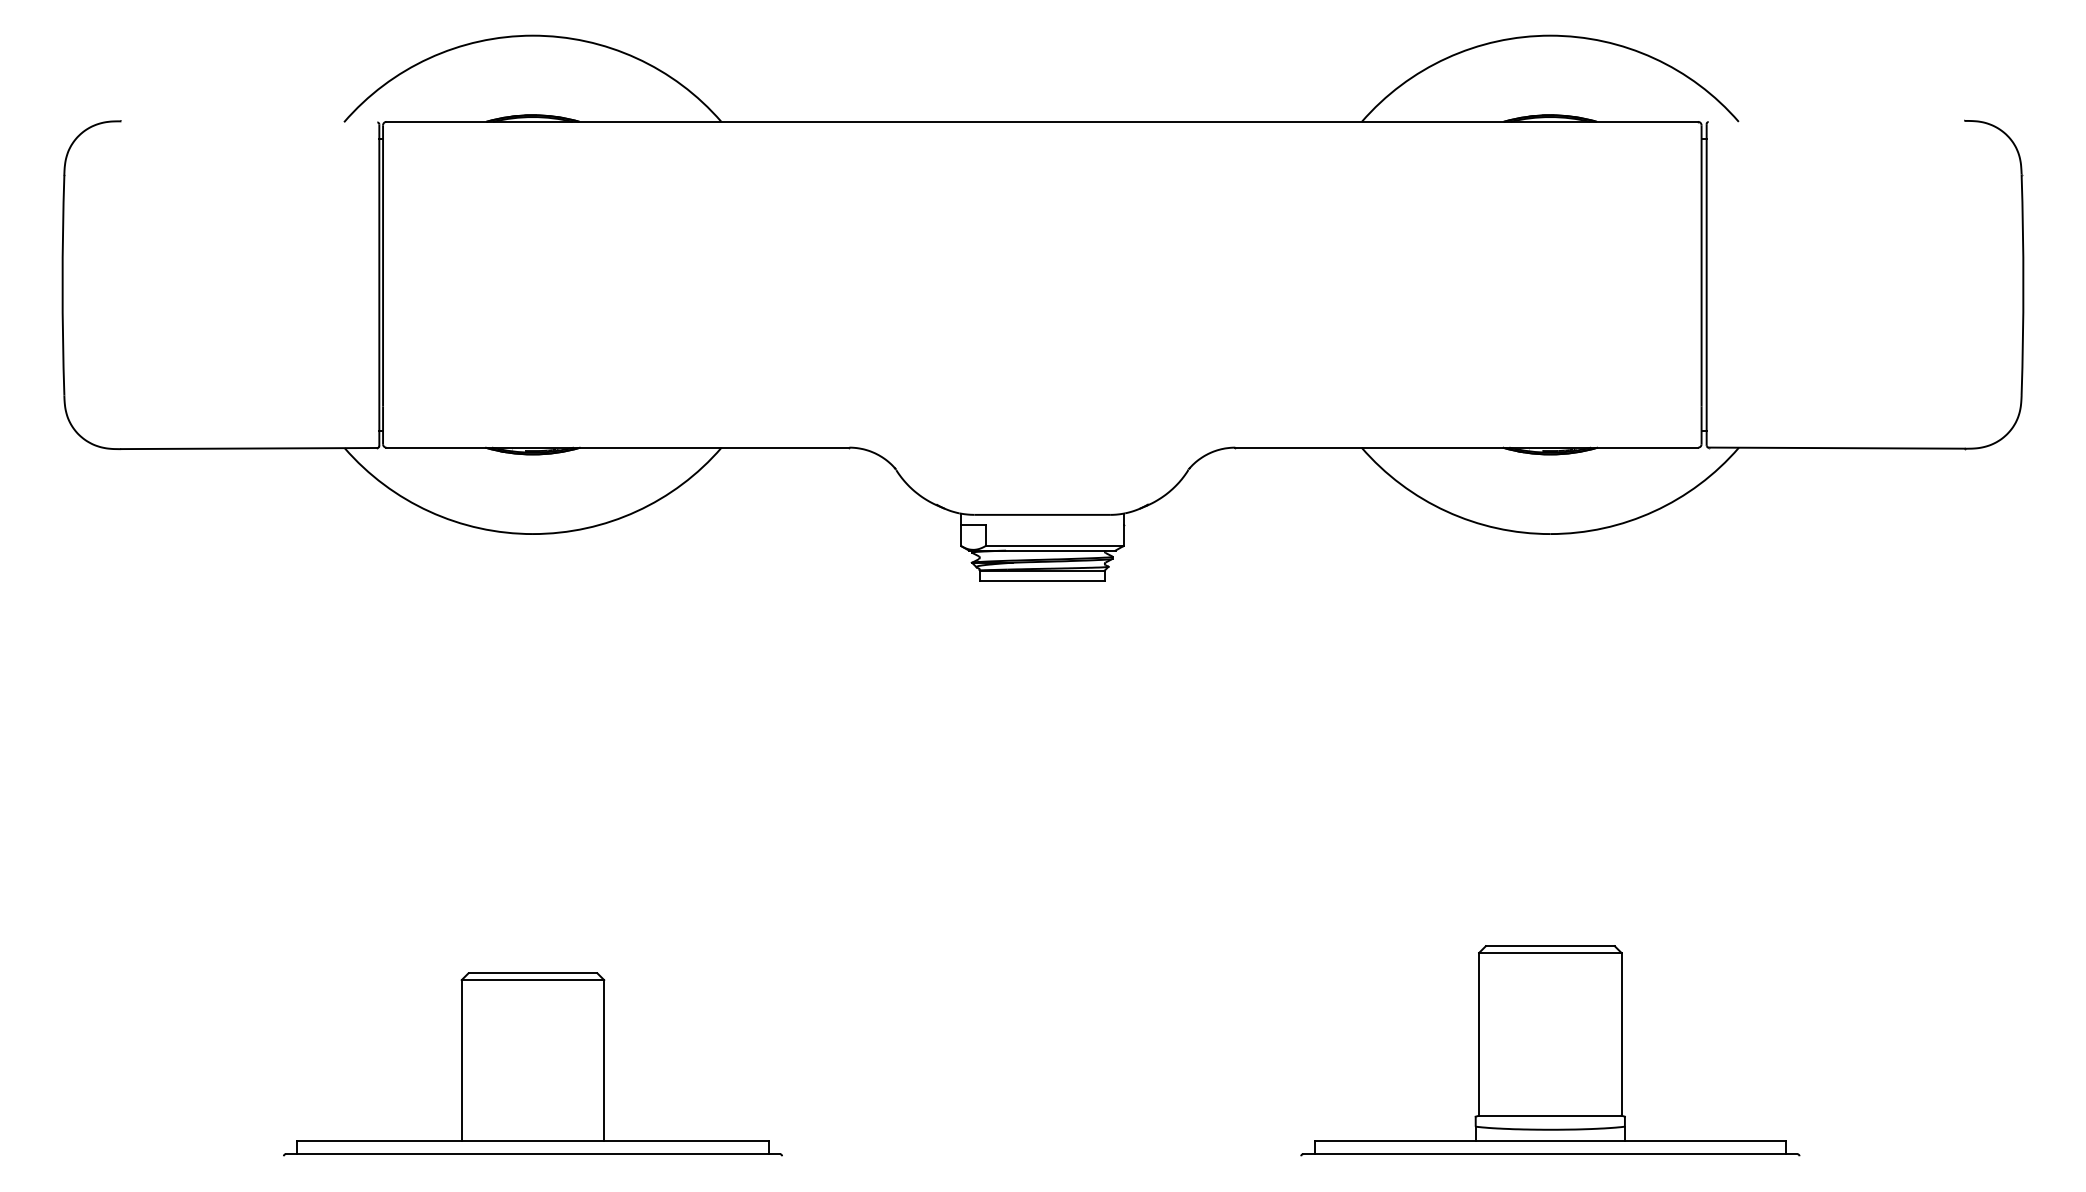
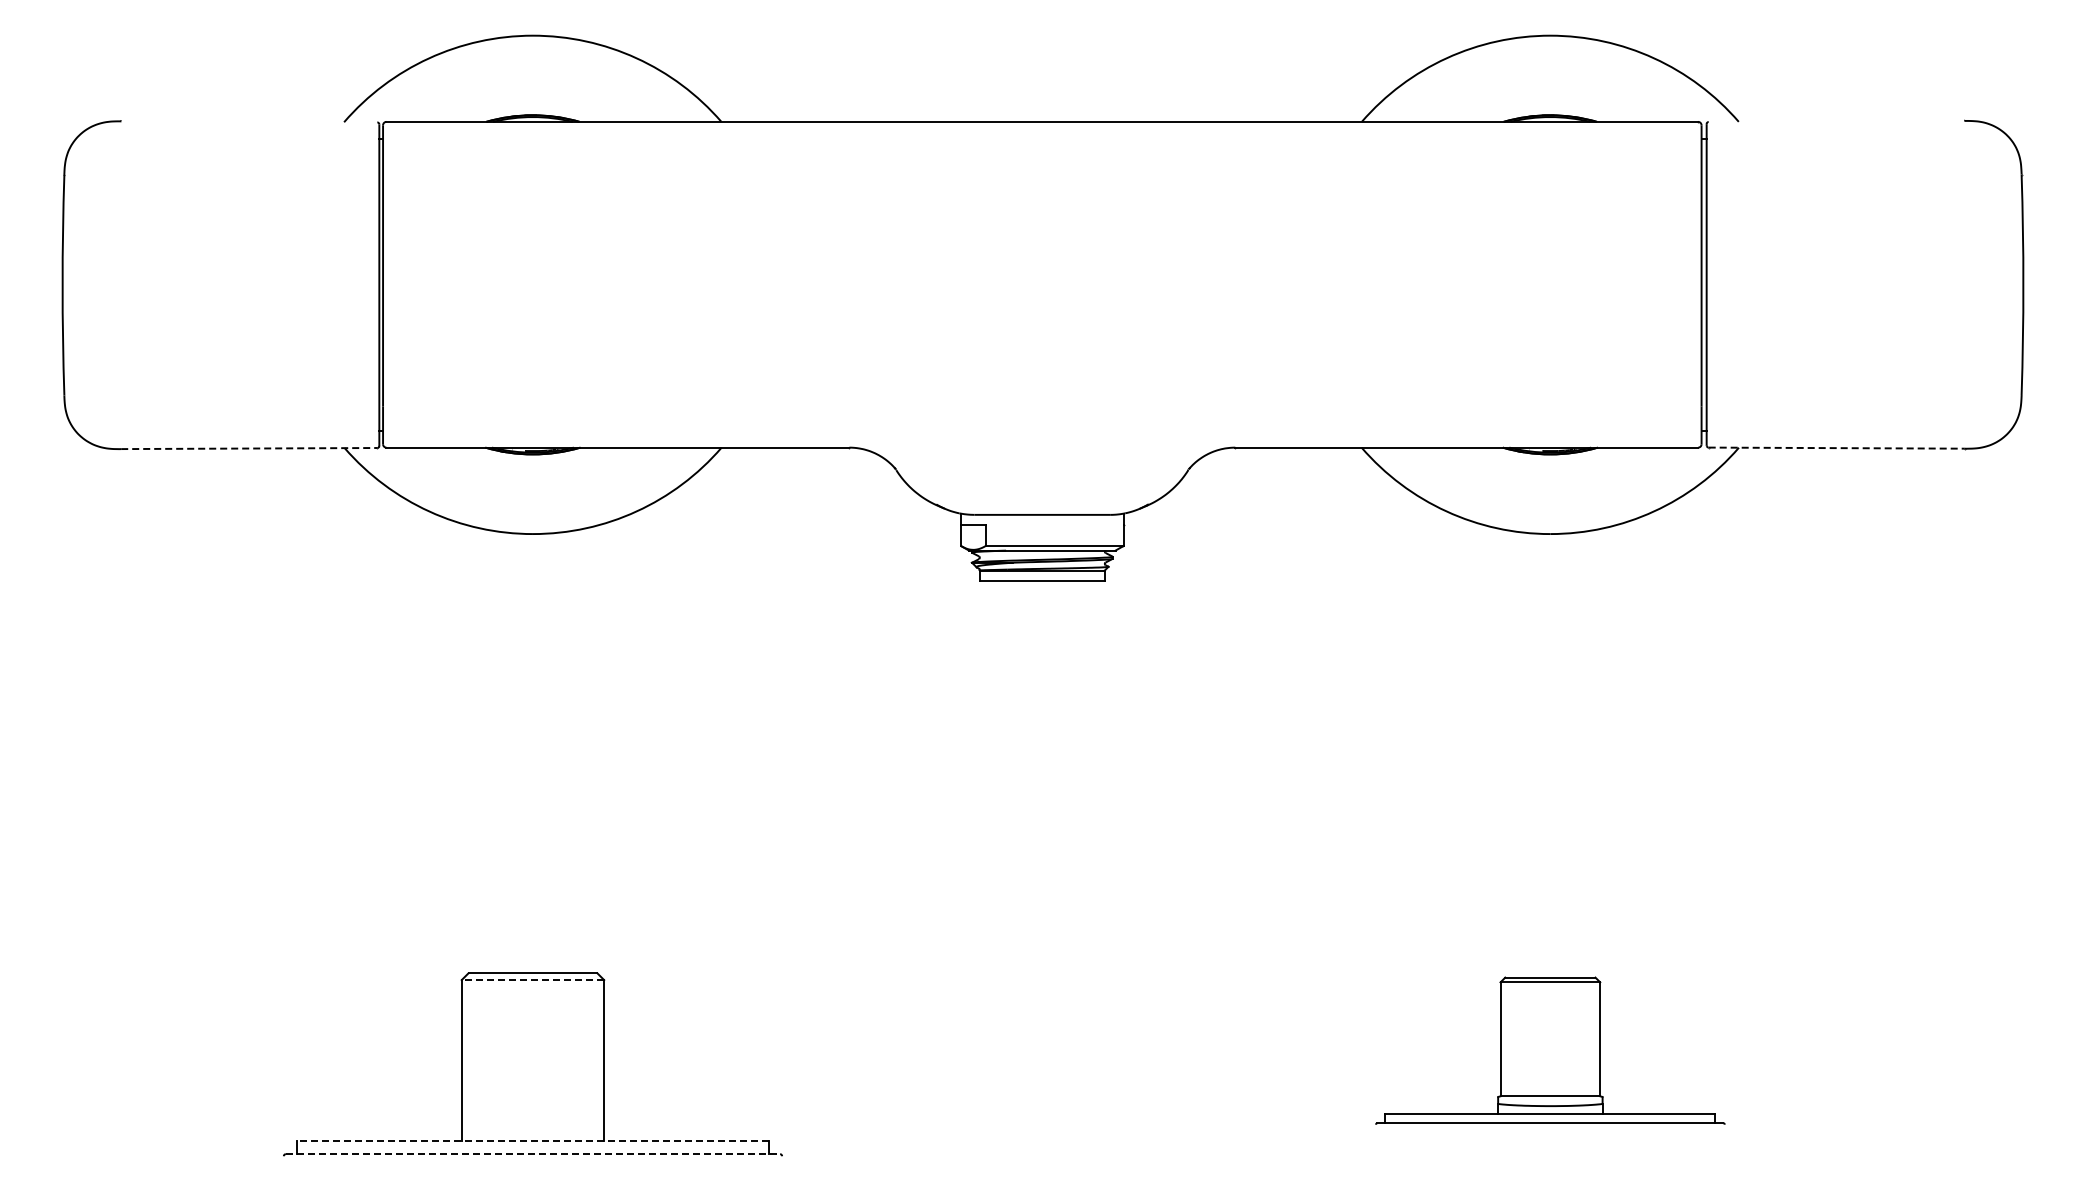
line at (249, 448): solid -> dashed
line at (1837, 448): solid -> dashed
line at (532, 980): solid -> dashed
part at (1550, 1050) size: 501x212 px -> 351x149 px
line at (532, 1140): solid -> dashed
line at (533, 1154): solid -> dashed
